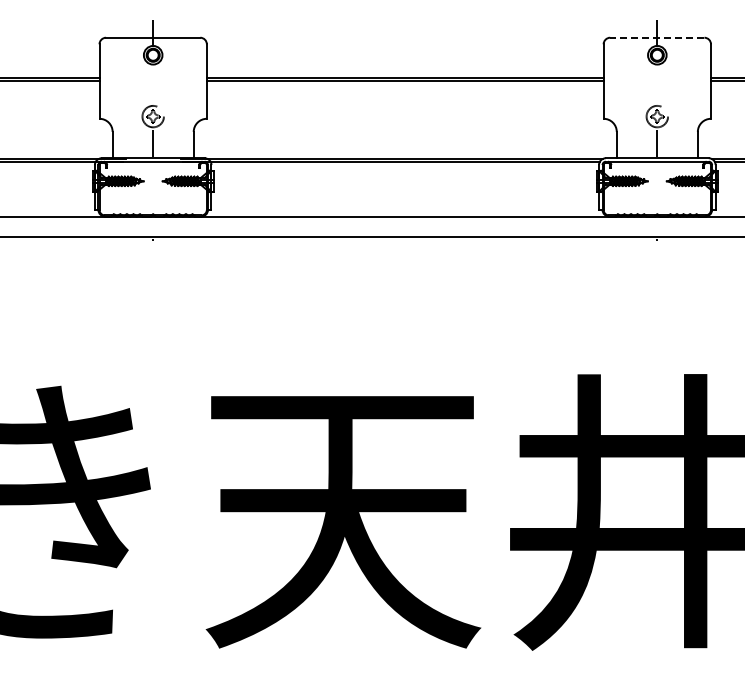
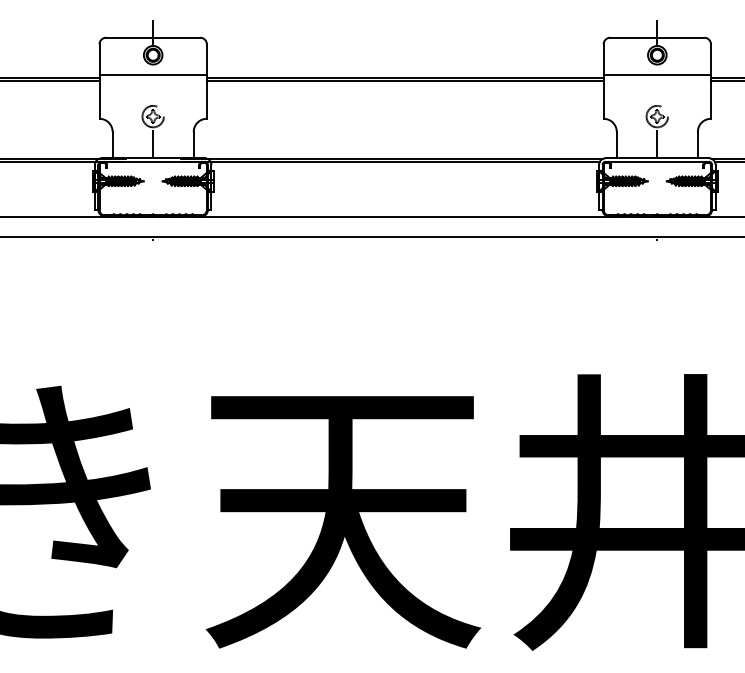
line at (656, 37): dashed -> solid
line at (152, 74): none -> present
line at (657, 74): none -> present
